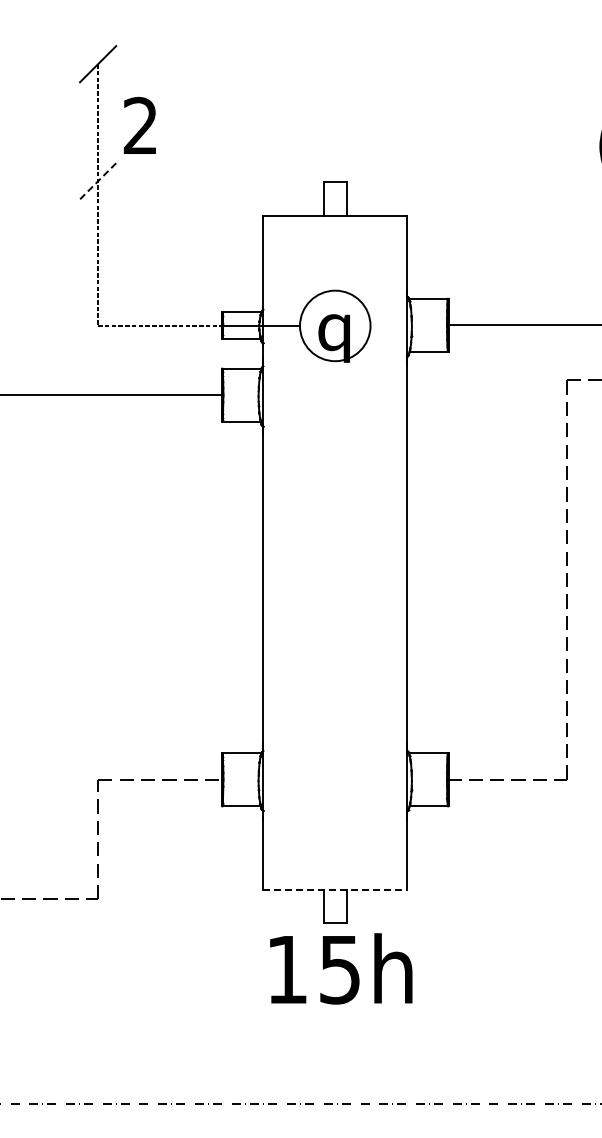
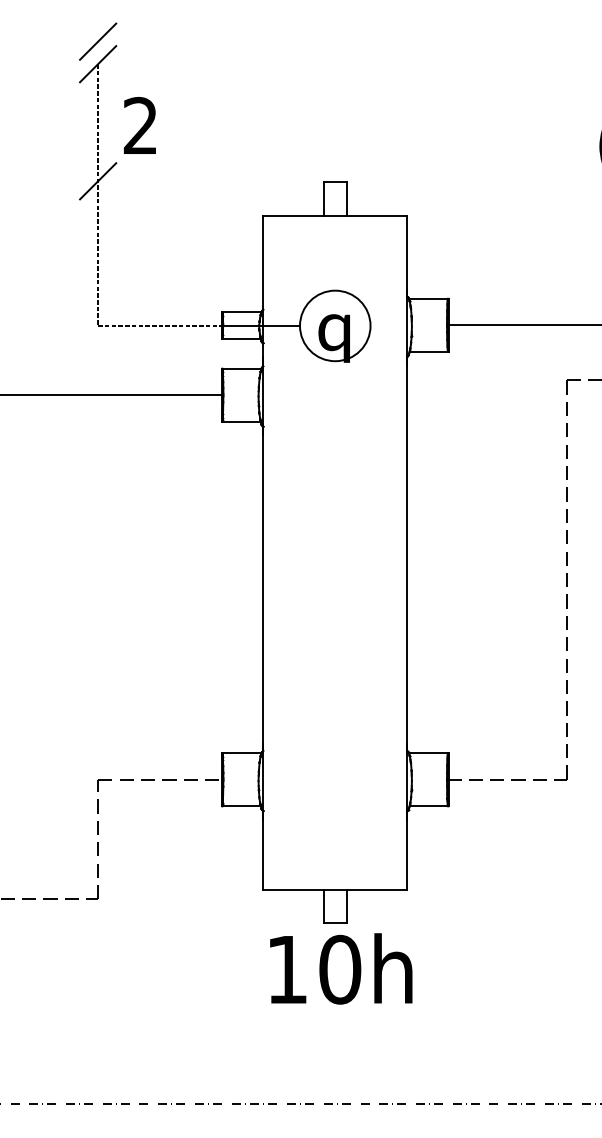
line at (98, 41): none -> present
line at (98, 181): dashed -> solid
line at (335, 889): dashed -> solid
text at (340, 969): 15h -> 10h
